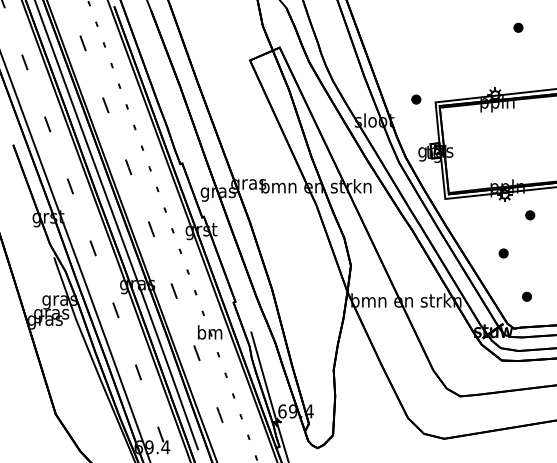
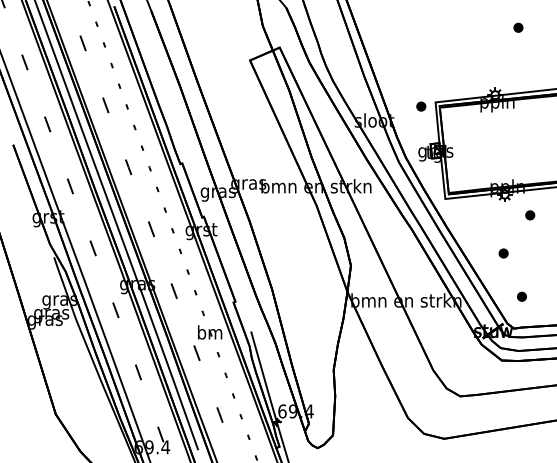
part at (416, 99) position: (416, 99) -> (421, 106)
part at (526, 296) position: (526, 296) -> (521, 296)
